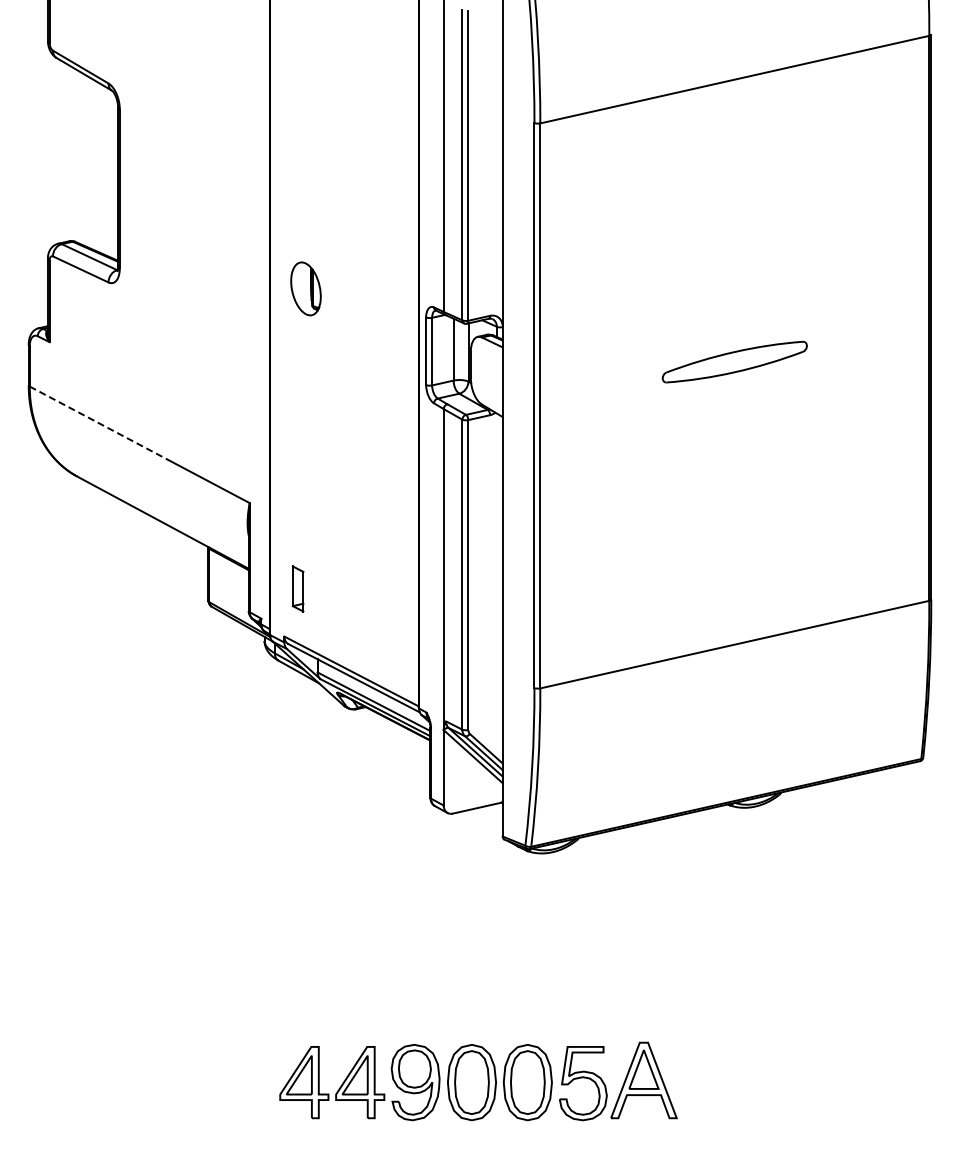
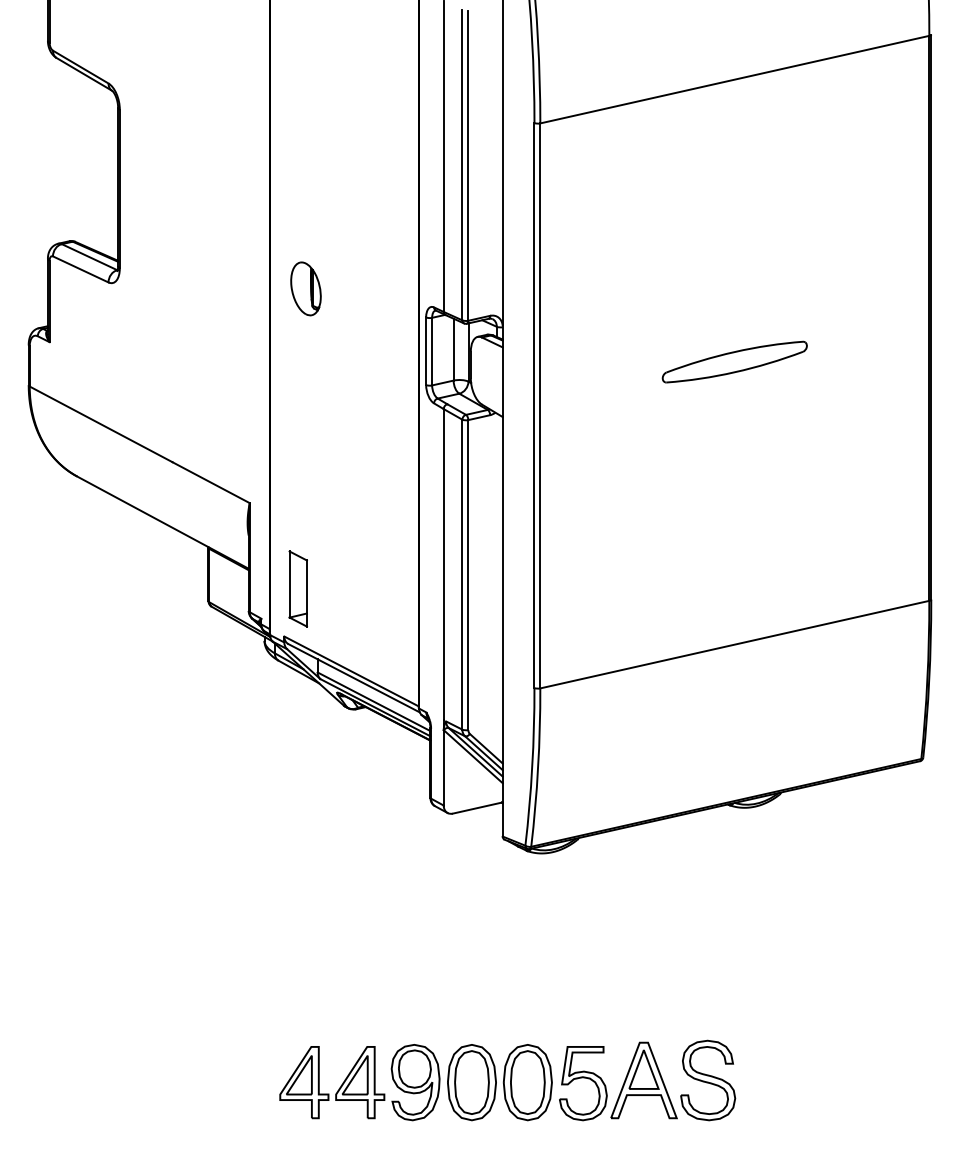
line at (101, 424): dashed -> solid
part at (297, 588) size: 14x48 px -> 20x78 px
part at (708, 1080): none -> present
